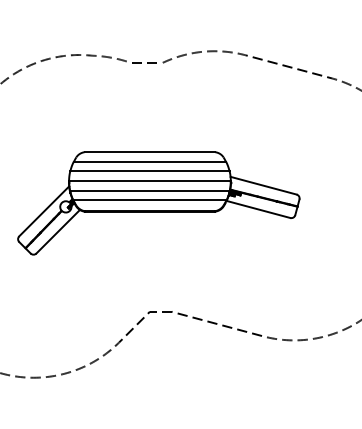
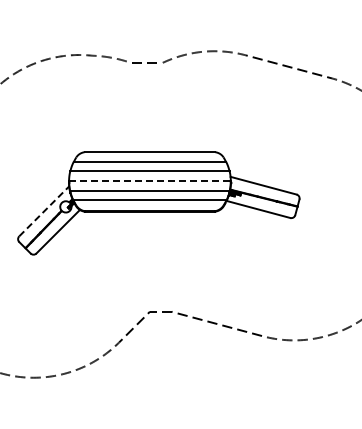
line at (149, 180): solid -> dashed
line at (44, 211): solid -> dashed
